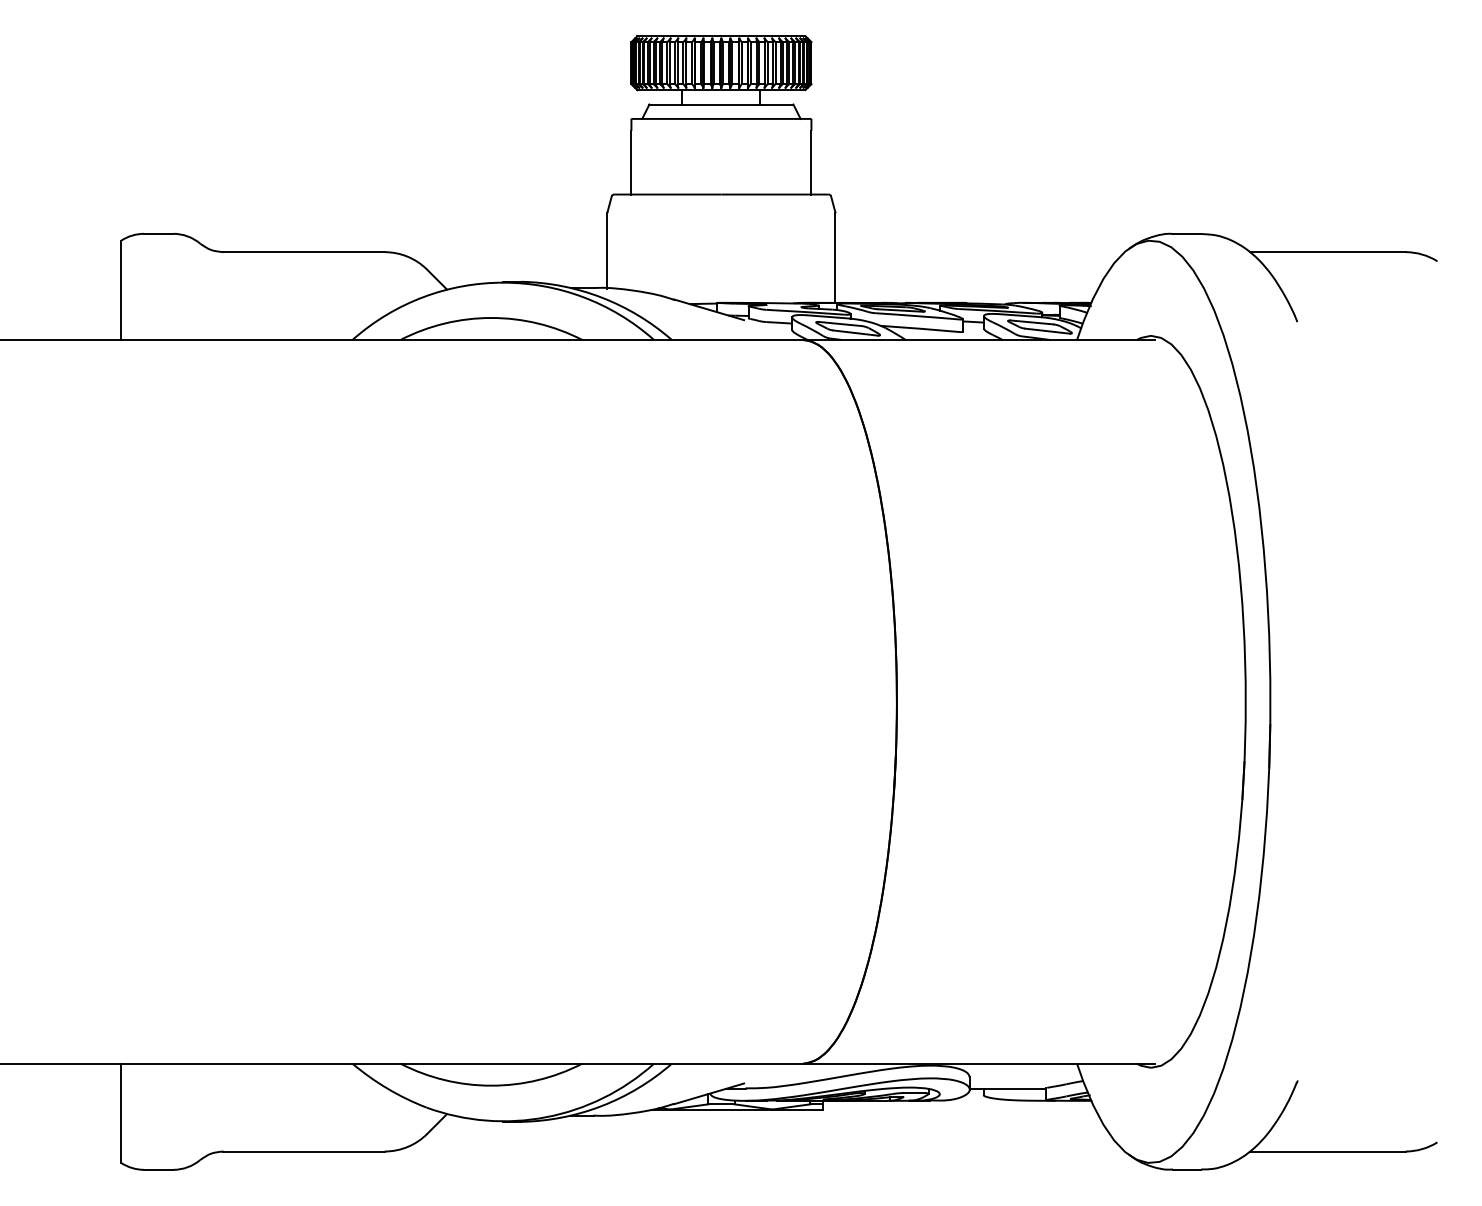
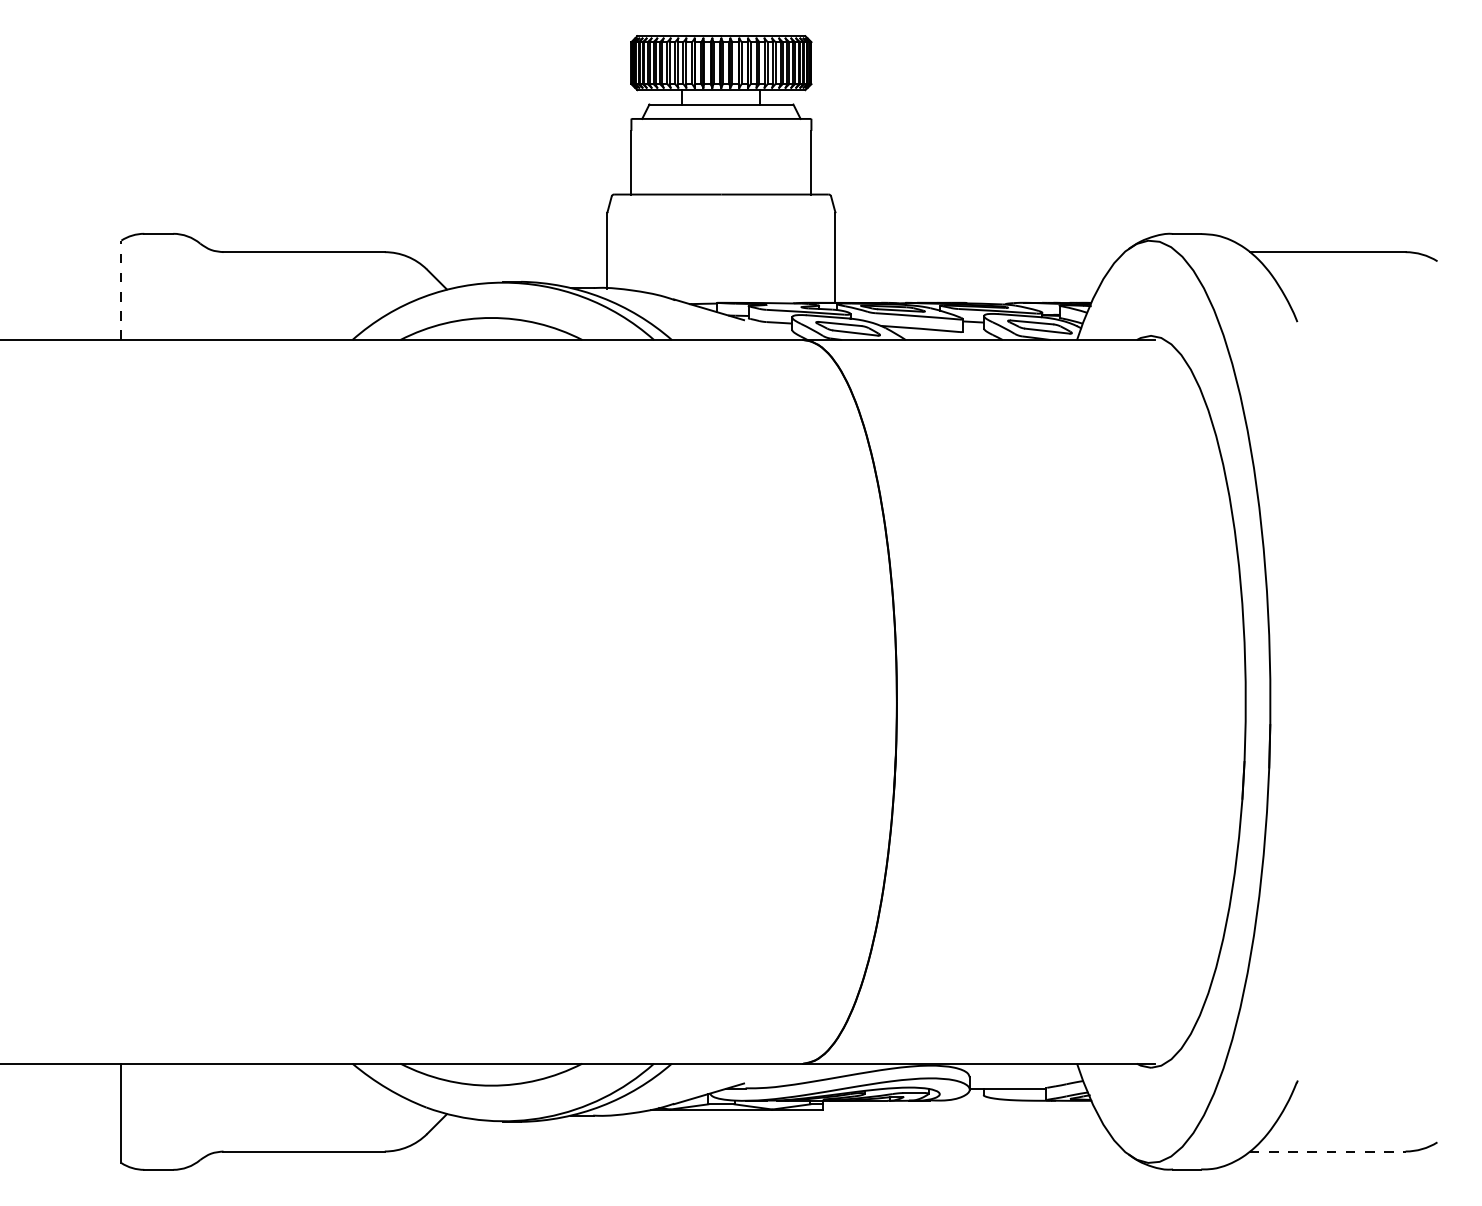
line at (121, 290): solid -> dashed
line at (1327, 1151): solid -> dashed
